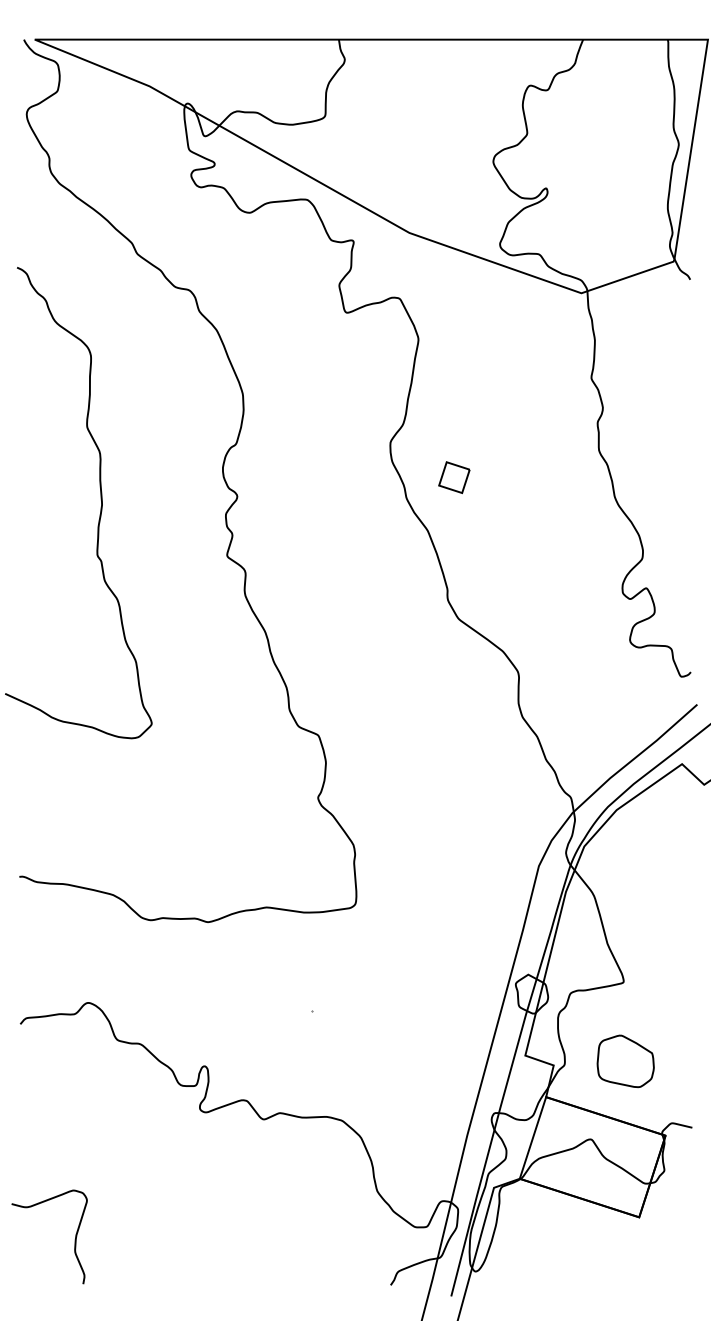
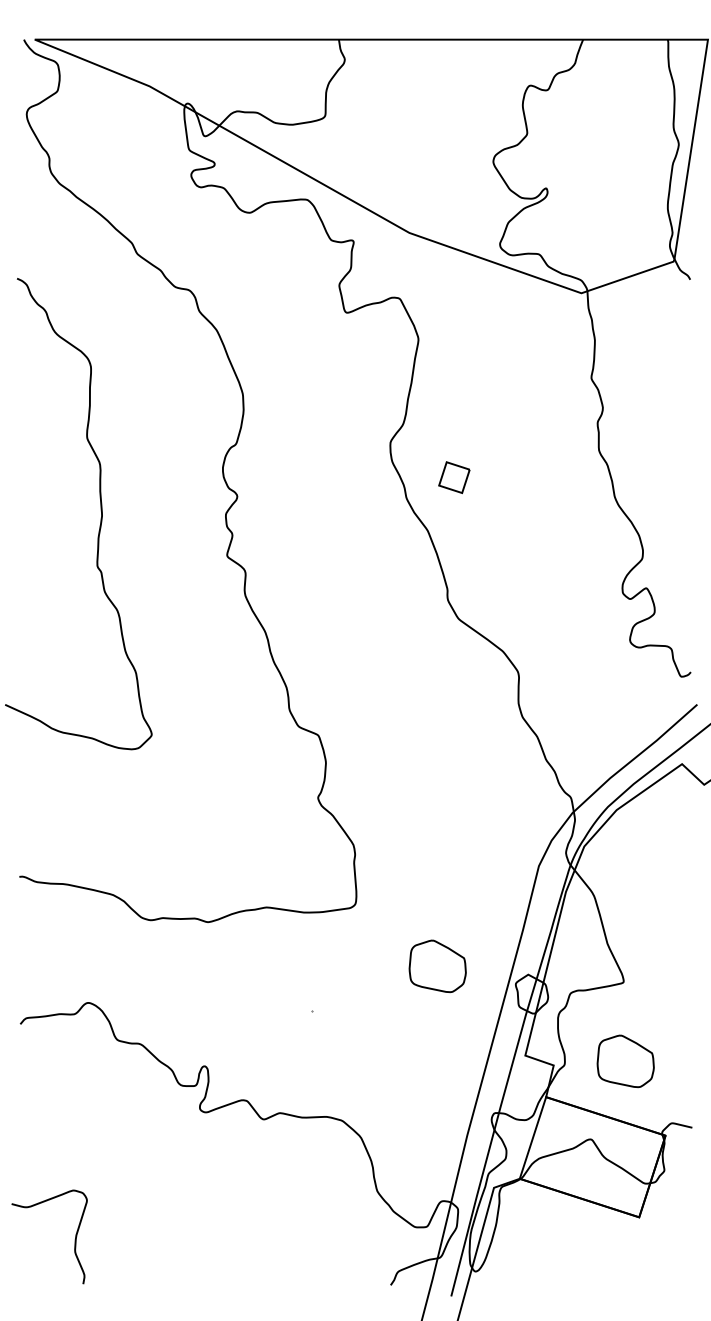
curve at (100, 499) position: (100, 499) -> (100, 510)
part at (437, 966): none -> present
